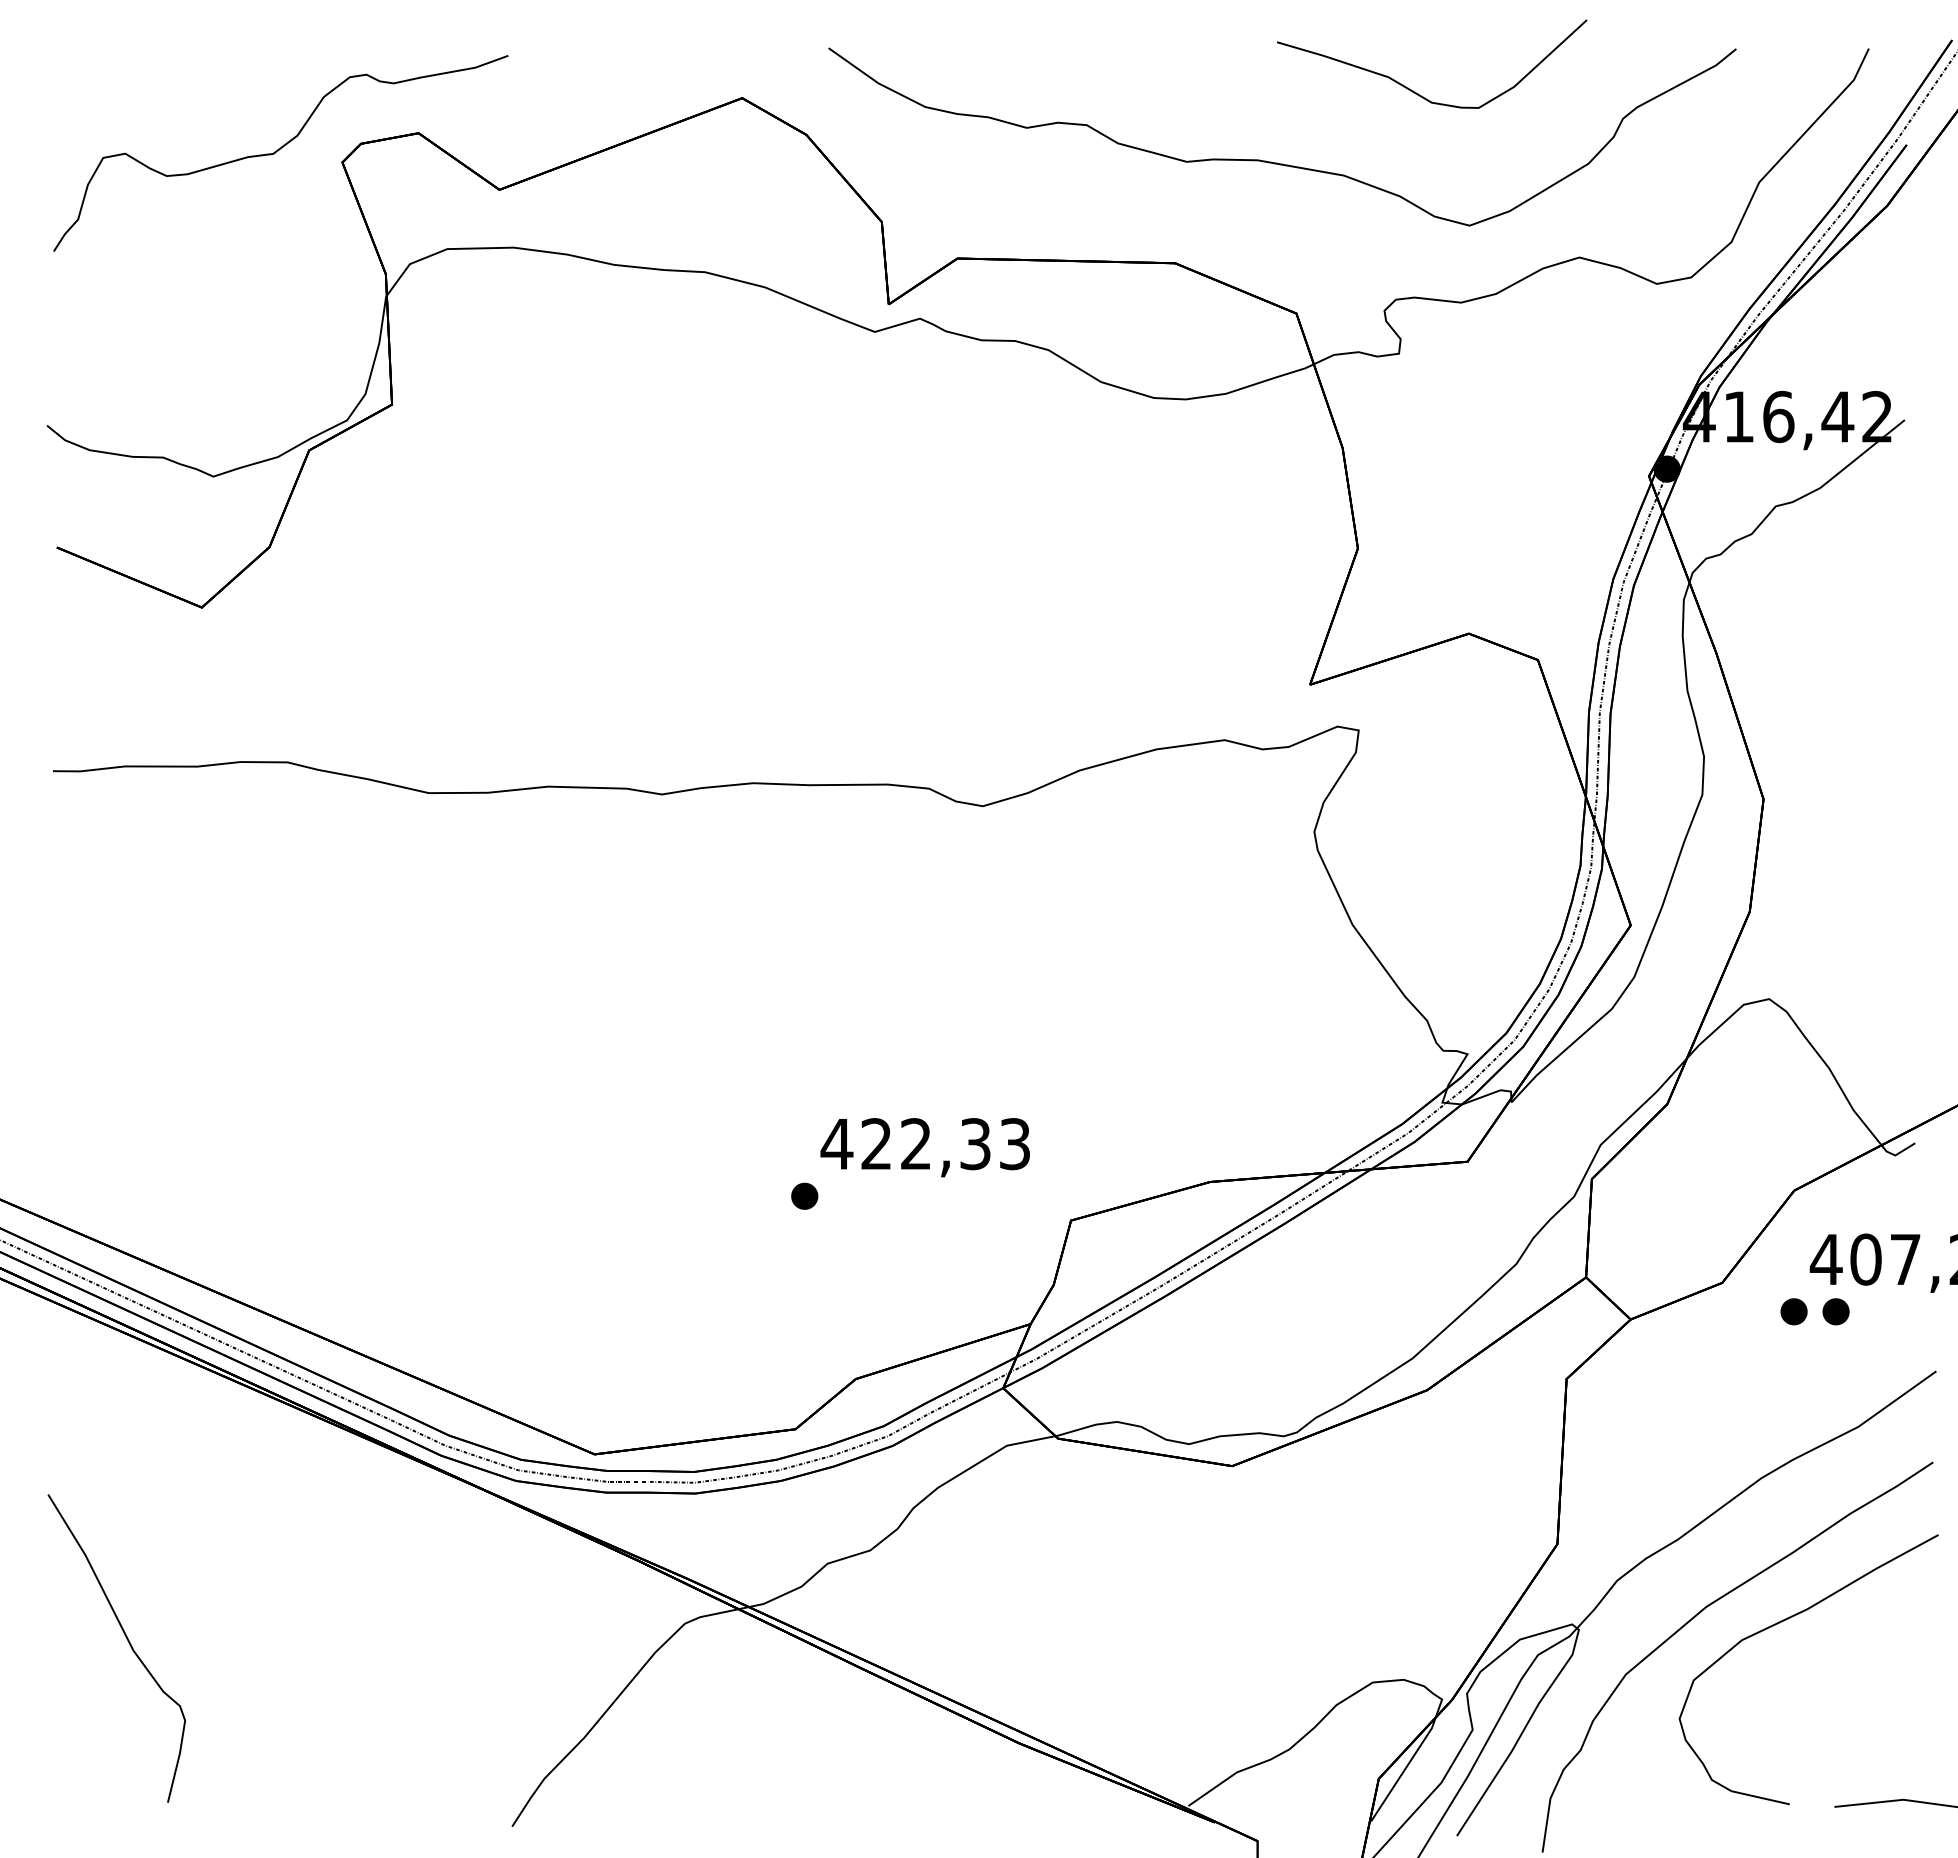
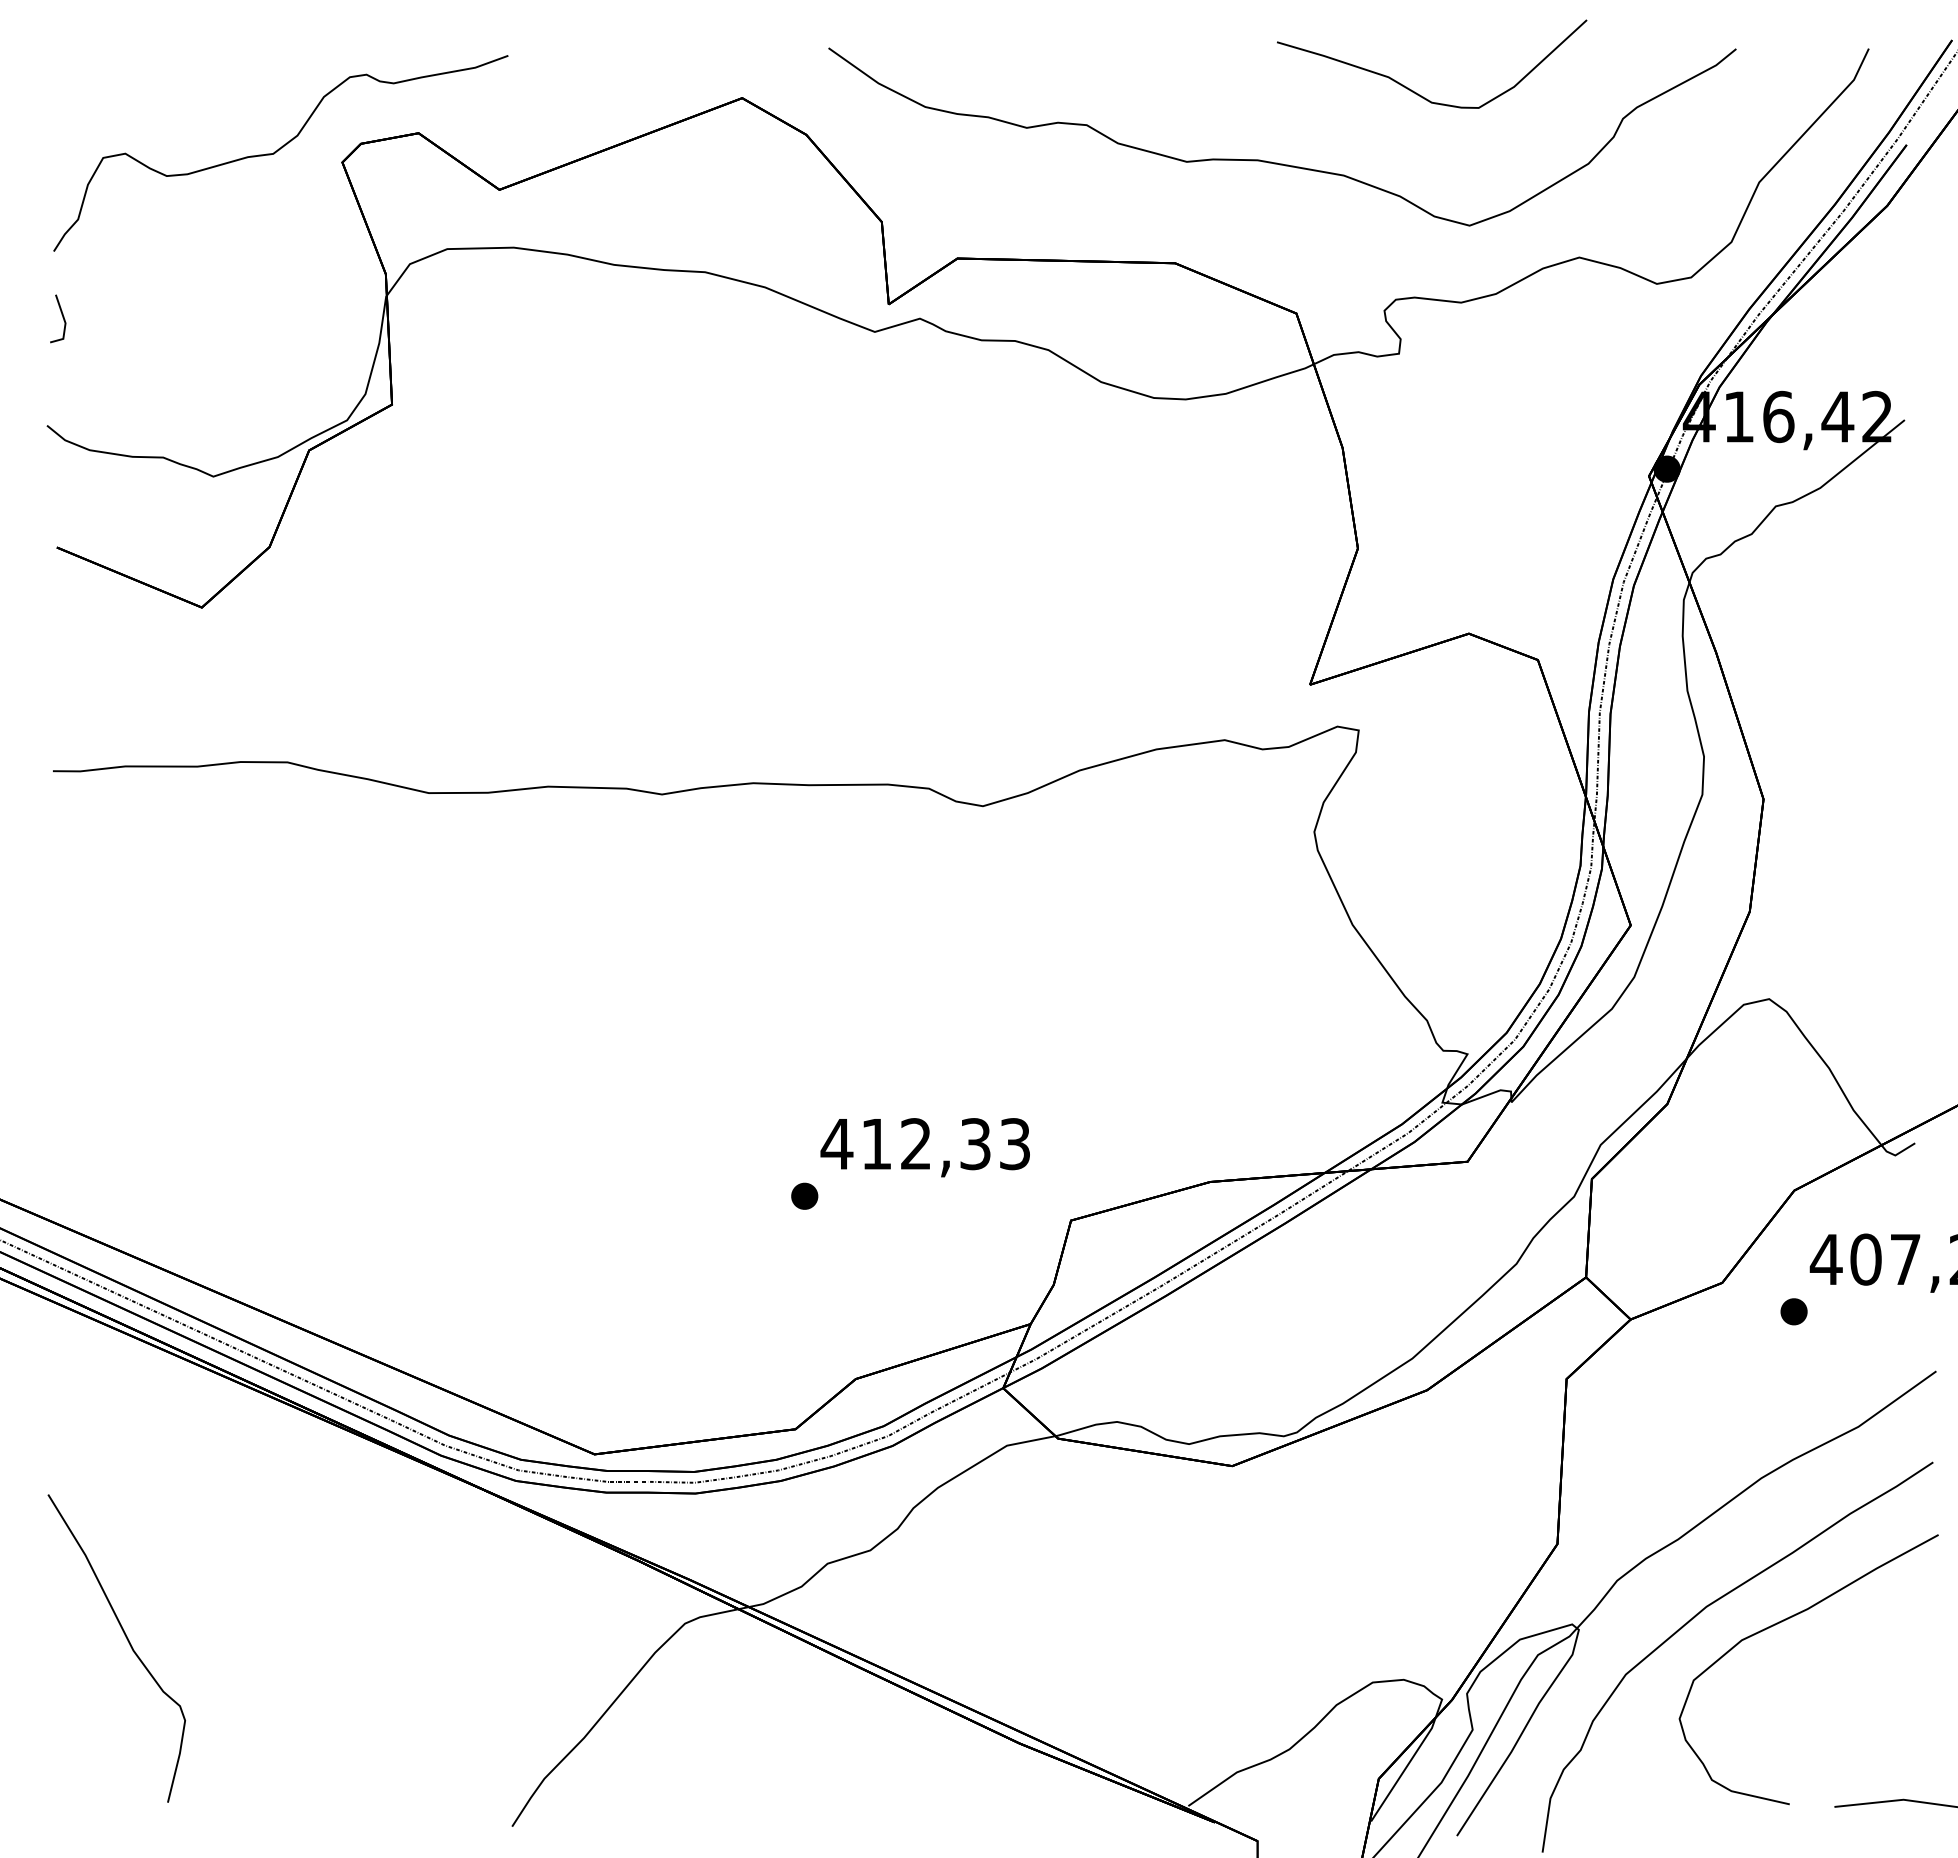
line at (62, 317): none -> present
text at (875, 1143): 422,33 -> 412,33
part at (1835, 1311): present -> none
